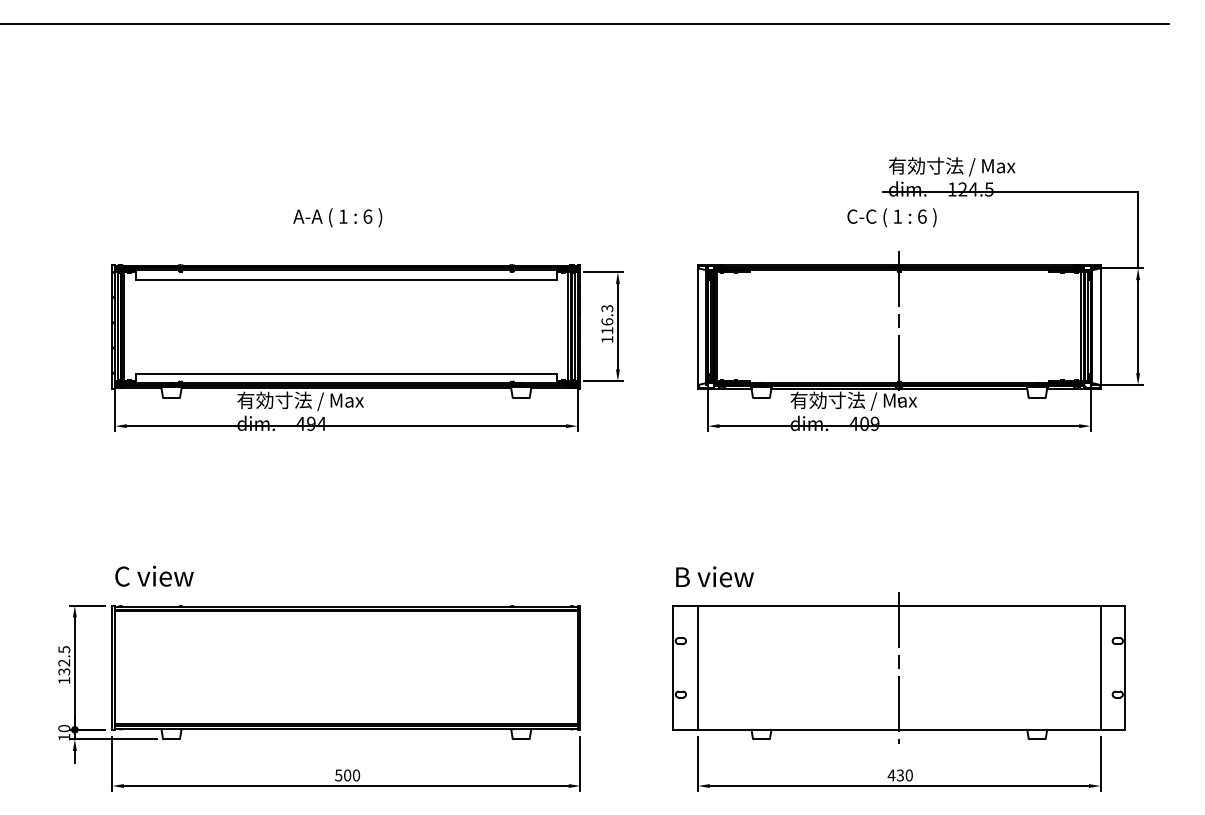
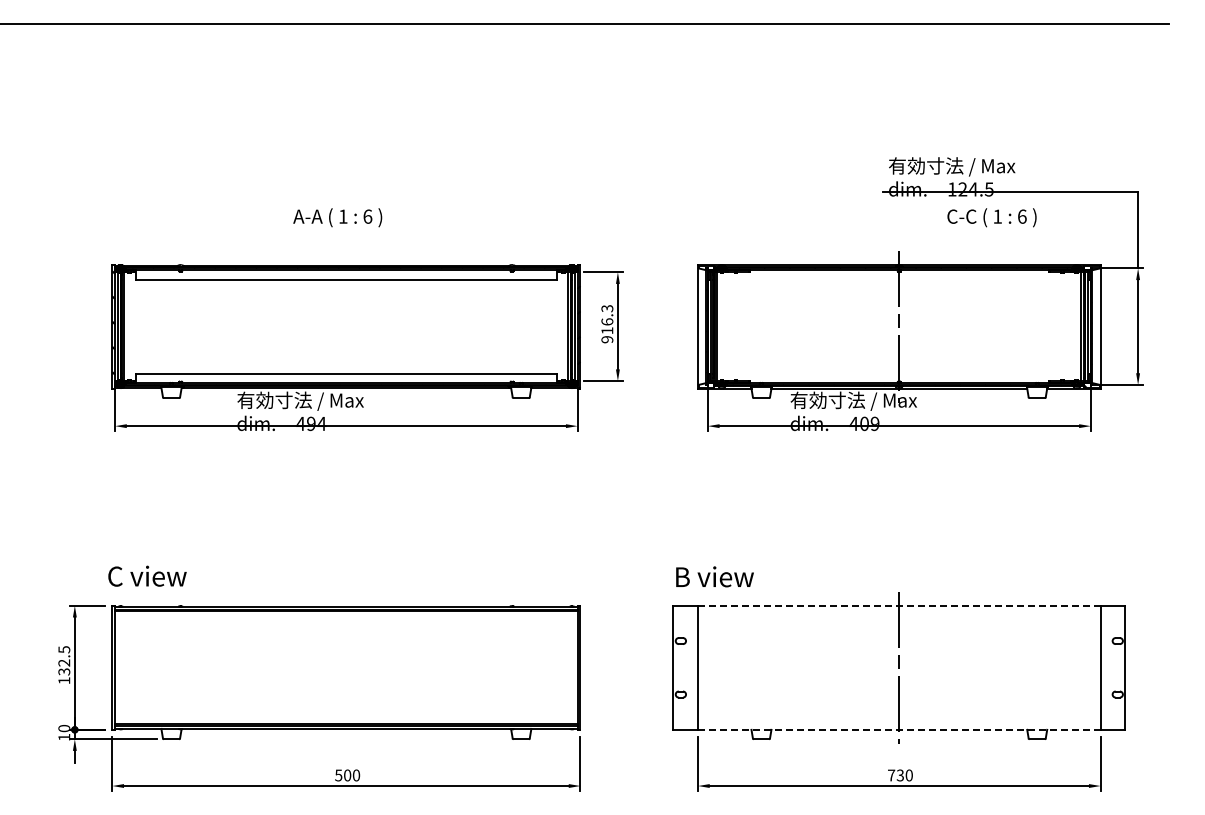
text at (891, 217) position: (891, 217) -> (991, 217)
text at (607, 339): 116.3 -> 916.3
text at (154, 575) position: (154, 575) -> (147, 575)
line at (898, 605): solid -> dashed
line at (899, 729): solid -> dashed
text at (891, 775): 430 -> 730
